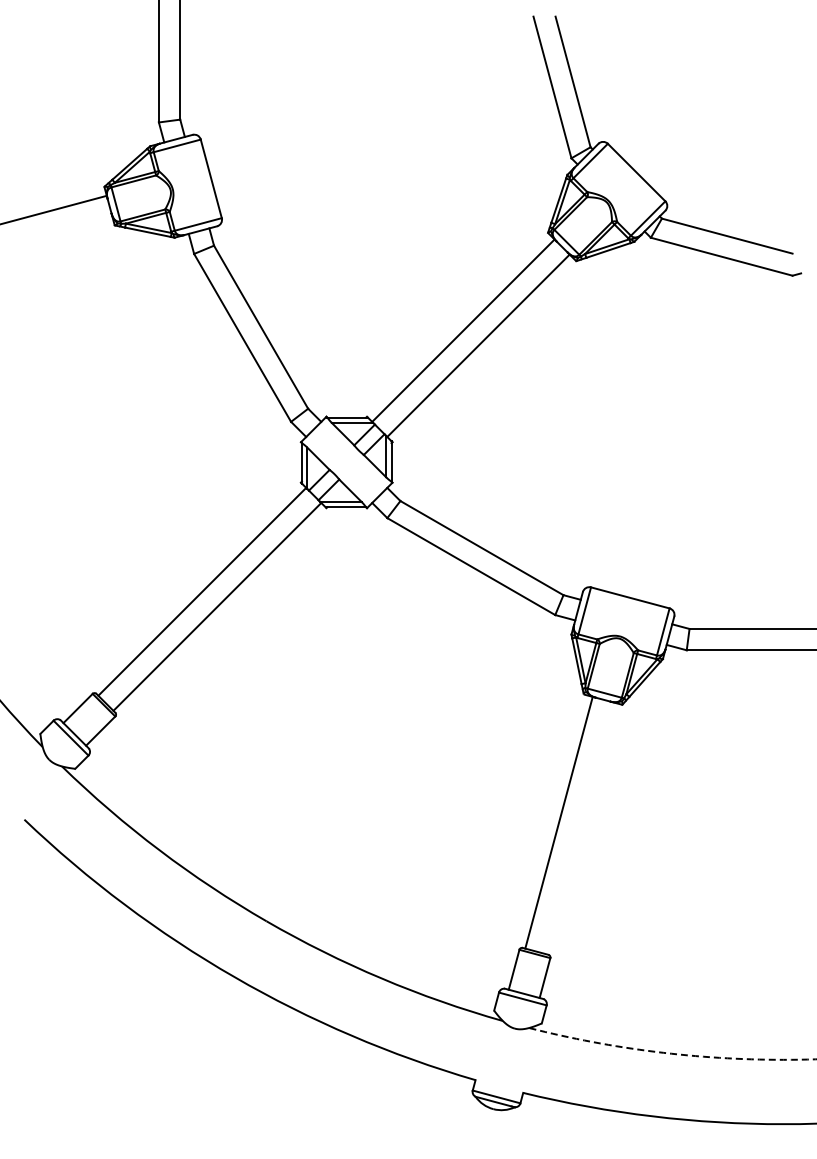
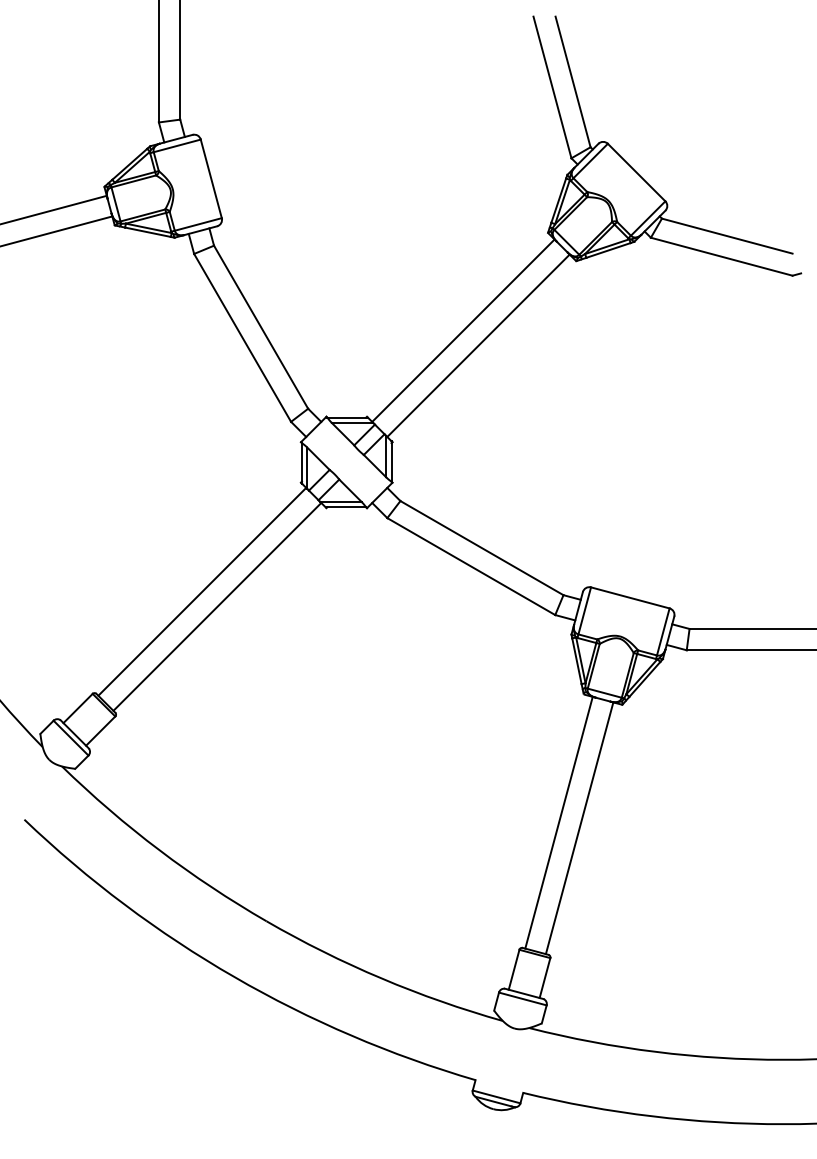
line at (57, 230): none -> present
line at (579, 828): none -> present
arc at (673, 1053): dashed -> solid
